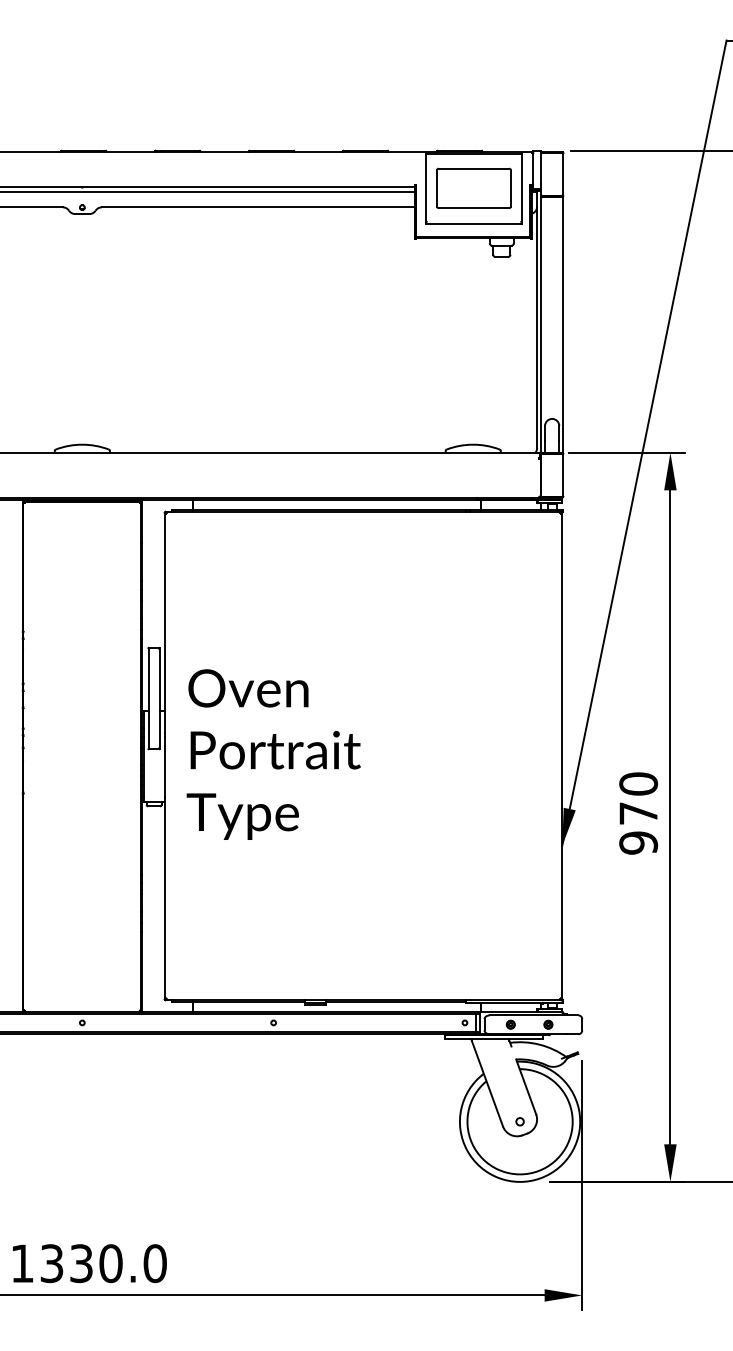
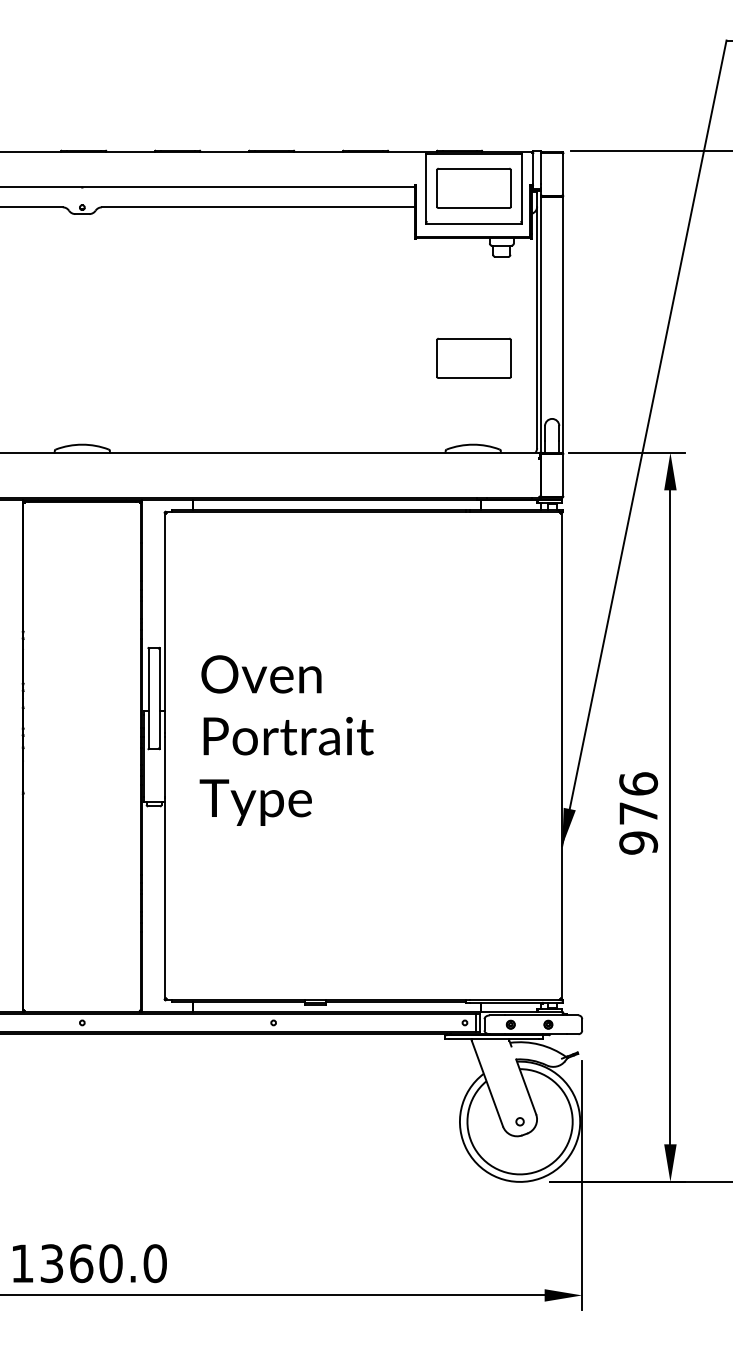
line at (208, 191): present -> none
part at (473, 357): none -> present
text at (273, 754) position: (273, 754) -> (286, 740)
text at (638, 783): 970 -> 976
text at (81, 1263): 1330.0 -> 1360.0
